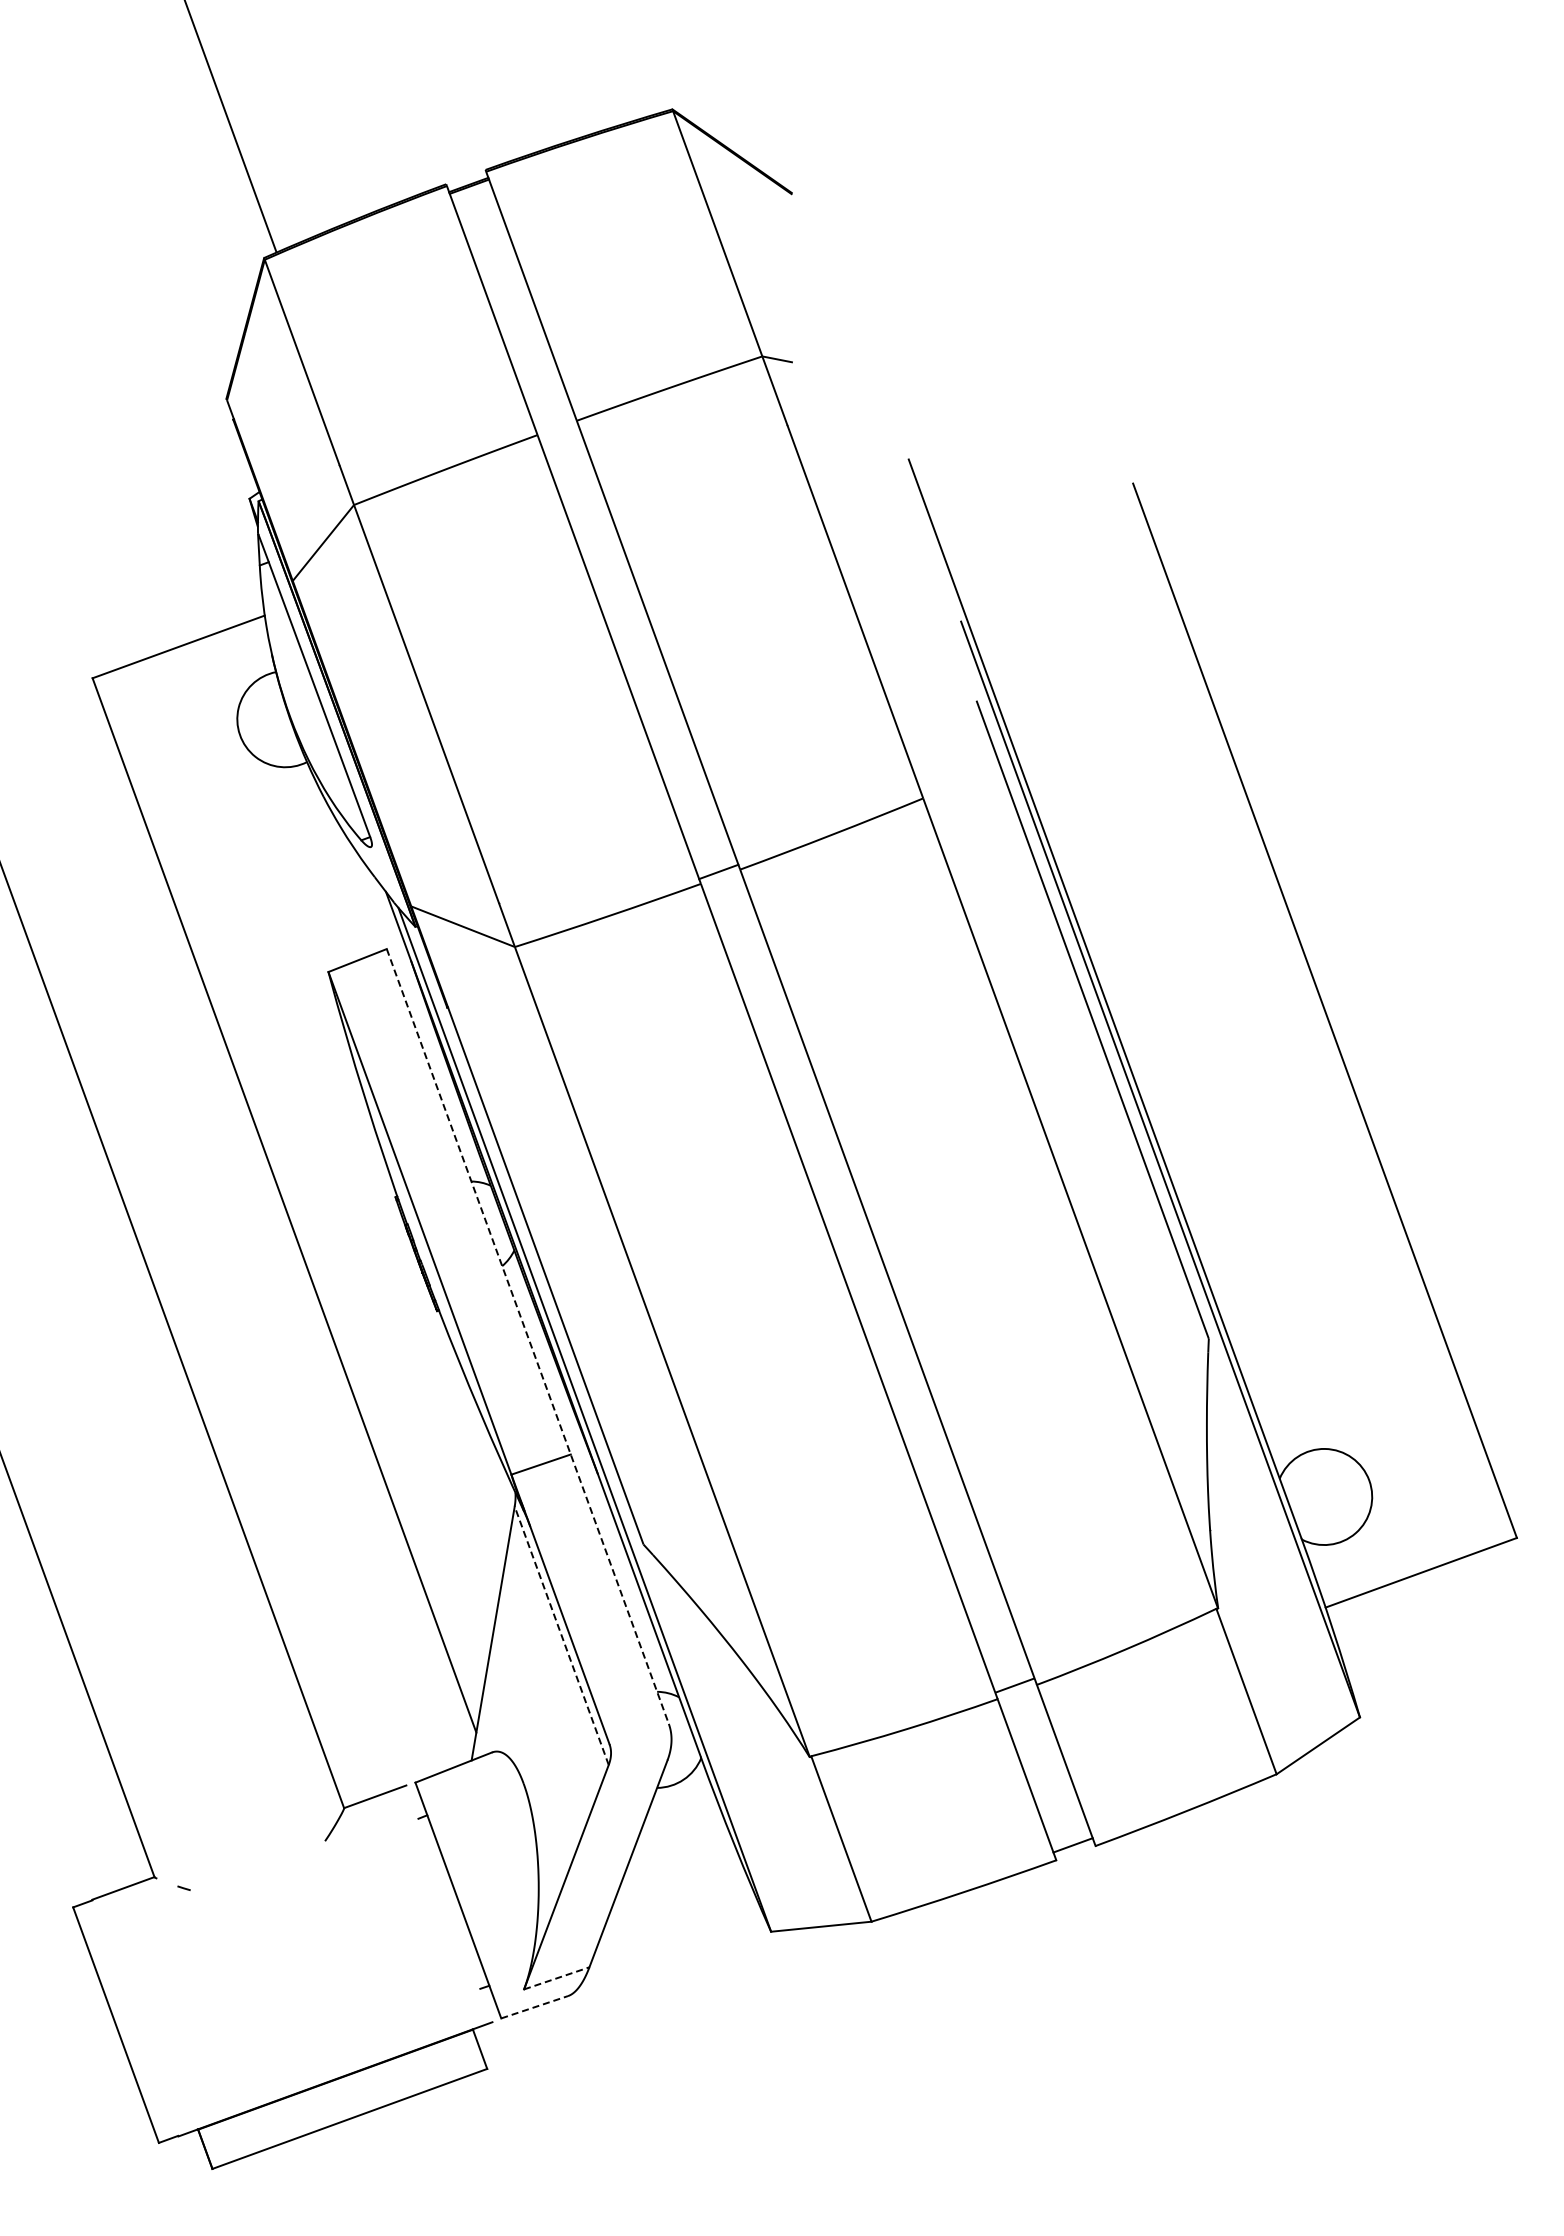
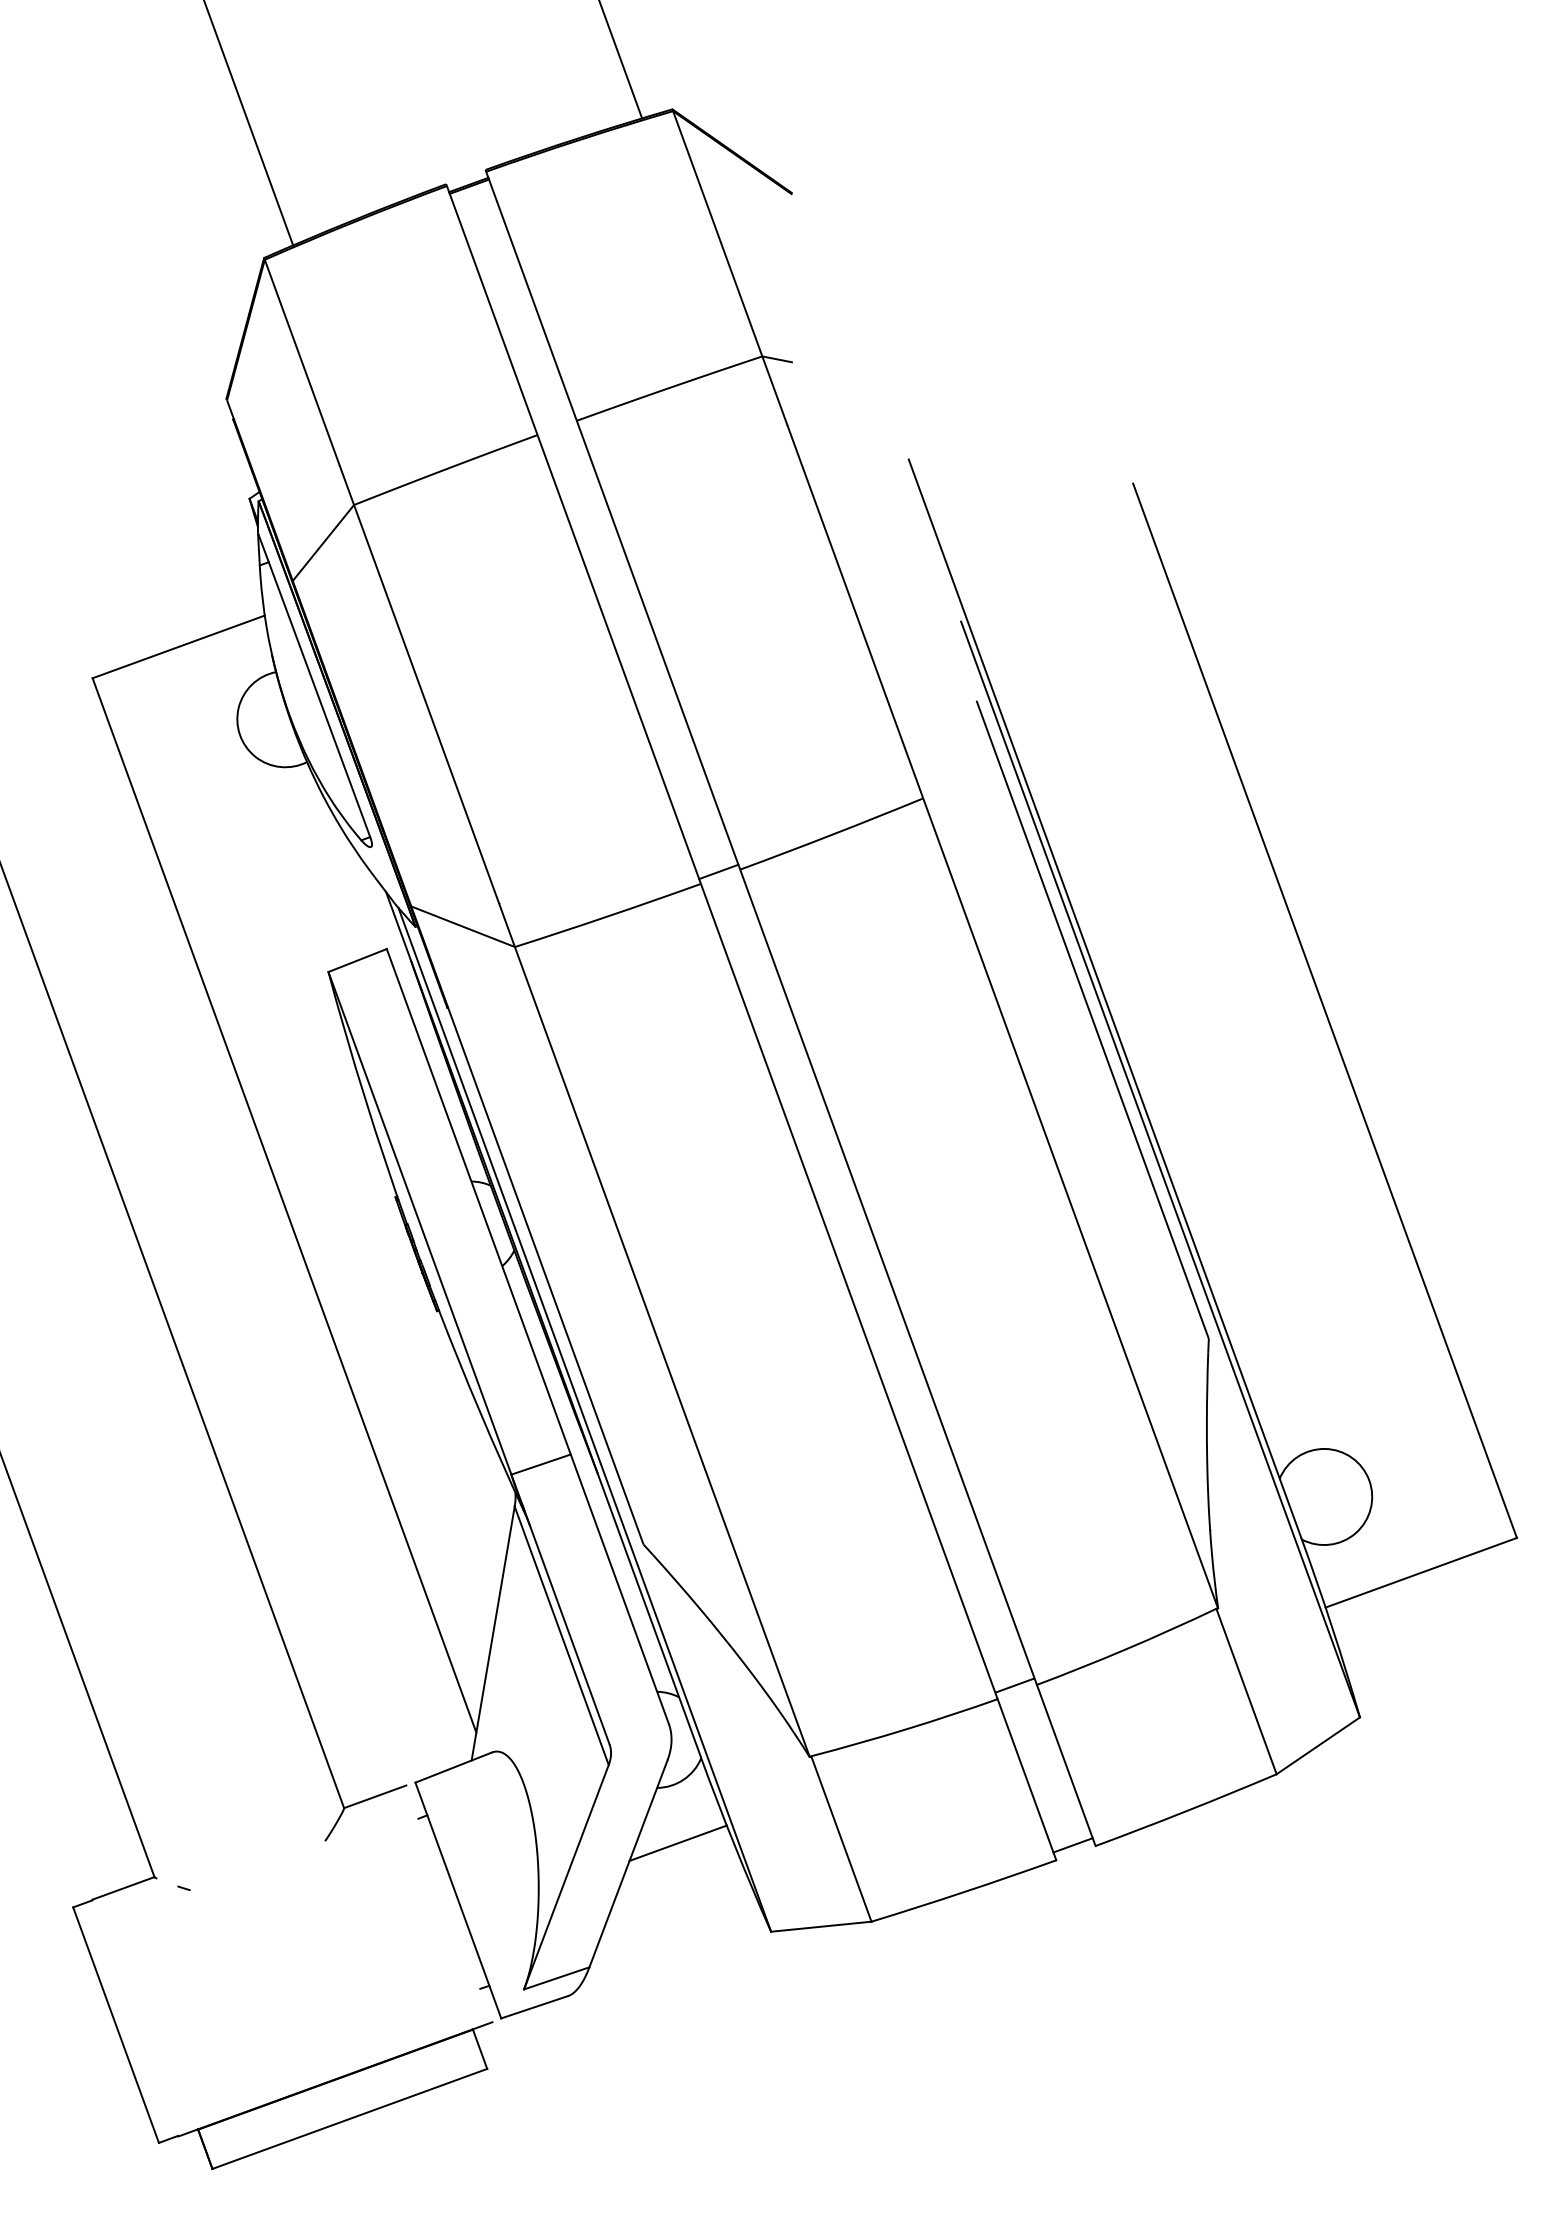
line at (621, 60): none -> present
line at (230, 126) position: (230, 126) -> (248, 123)
line at (527, 1336): dashed -> solid
line at (561, 1635): dashed -> solid
line at (677, 1842): none -> present
line at (556, 1978): dashed -> solid
line at (535, 2007): dashed -> solid
